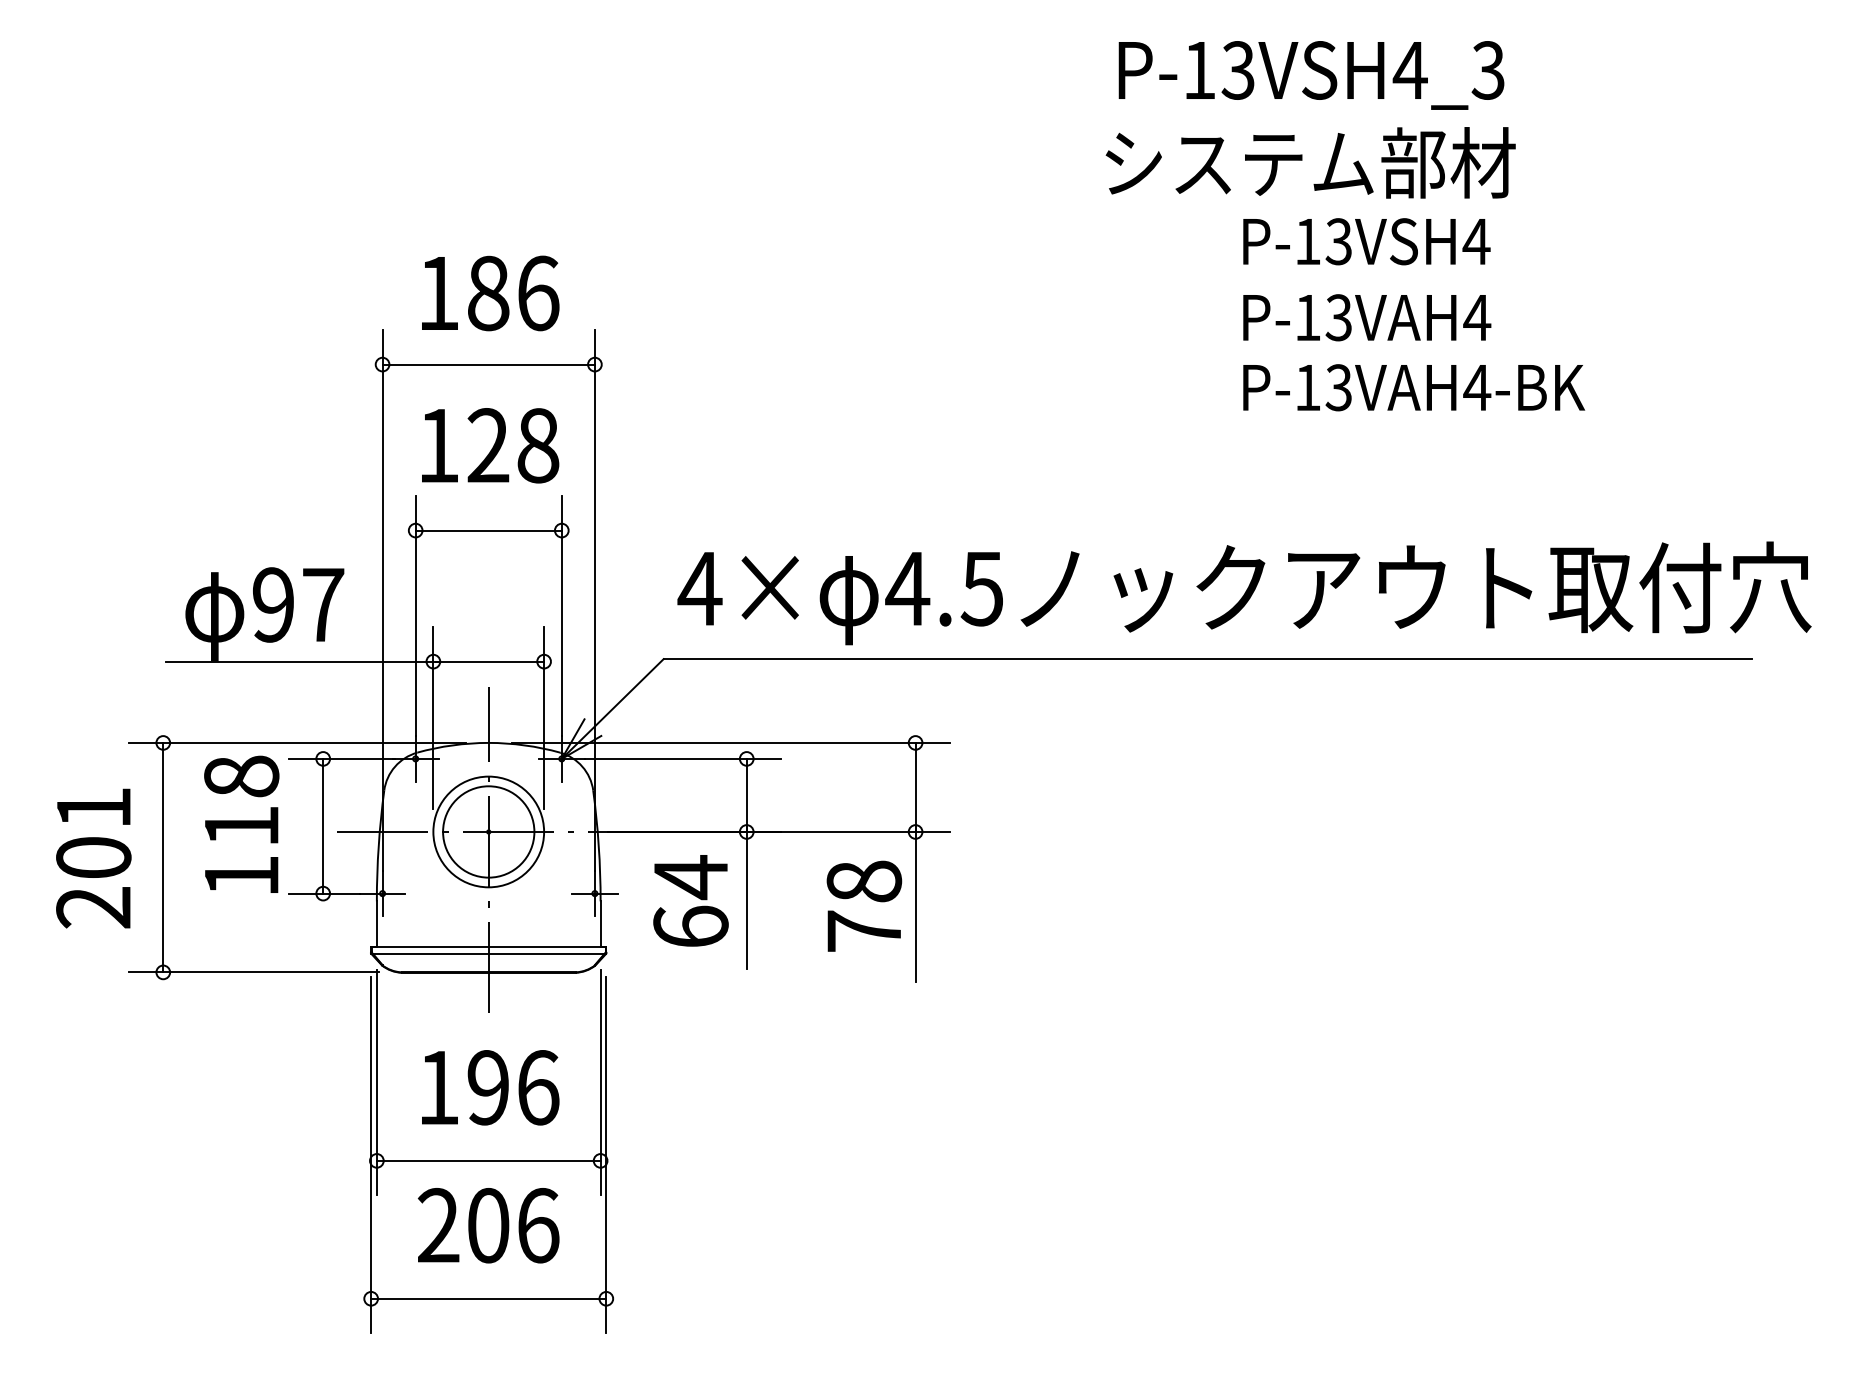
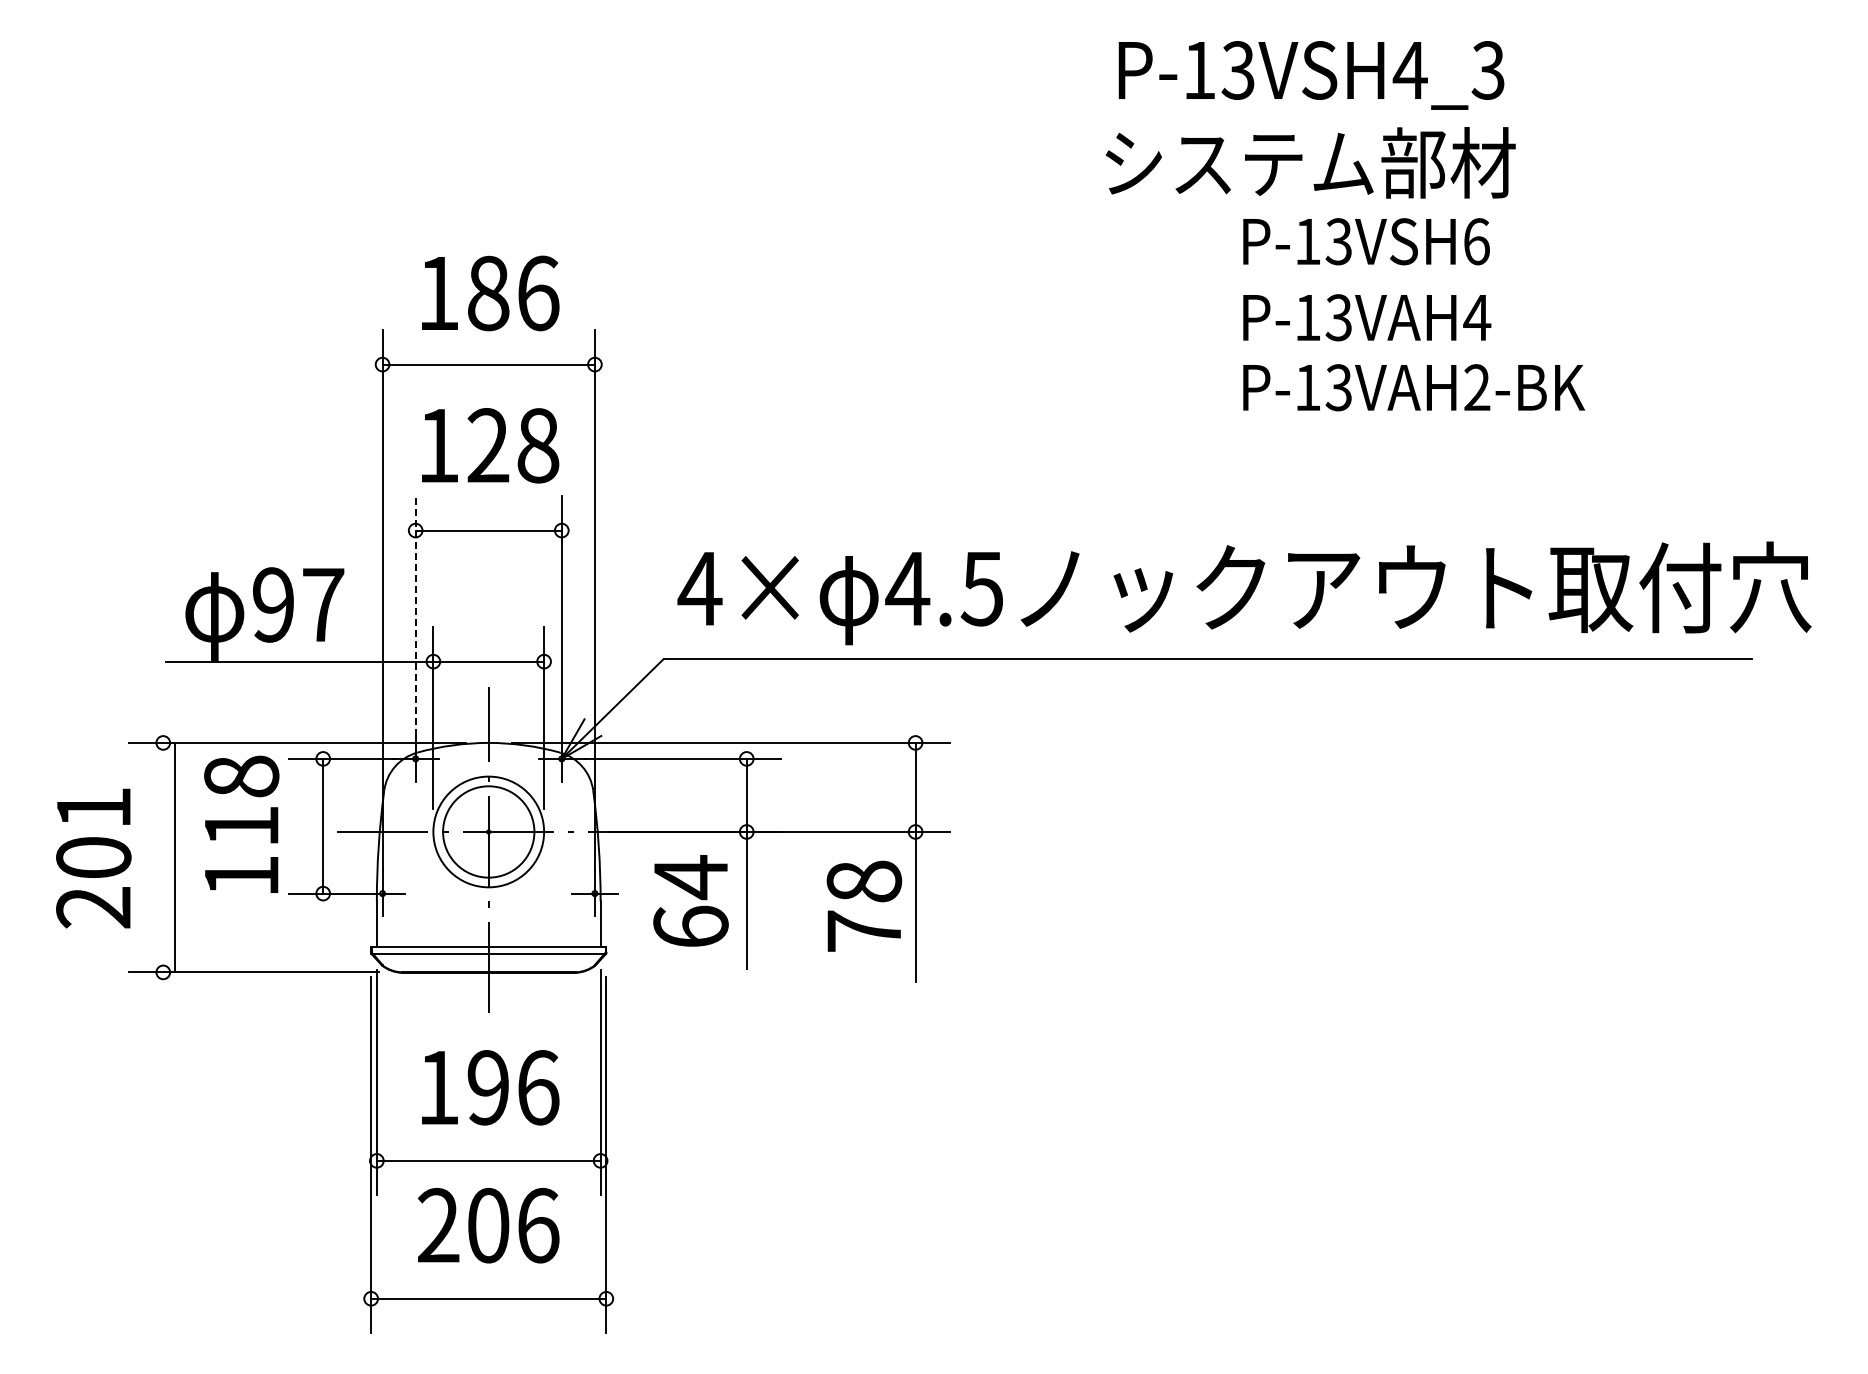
text at (1476, 241): P-13VSH4 -> P-13VSH6
text at (1477, 387): P-13VAH4-BK -> P-13VAH2-BK
line at (415, 616): solid -> dashed
line at (163, 857) position: (163, 857) -> (175, 857)
